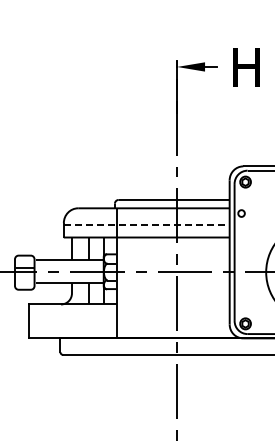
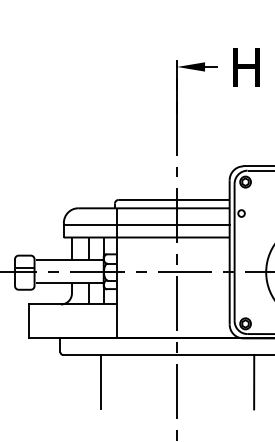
line at (147, 225): dashed -> solid
line at (101, 381): none -> present
line at (254, 381): none -> present
